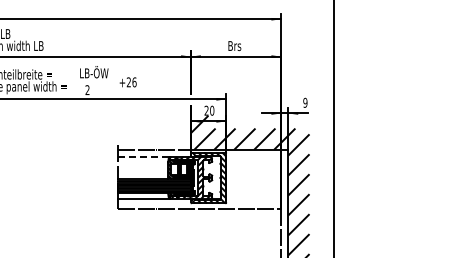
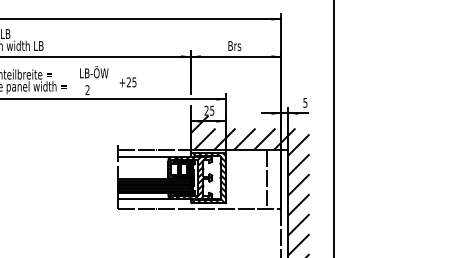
text at (134, 82): +26 -> +25
text at (305, 102): 9 -> 5
text at (212, 110): 20 -> 25
line at (144, 156): dashed -> solid
line at (267, 178): none -> present
